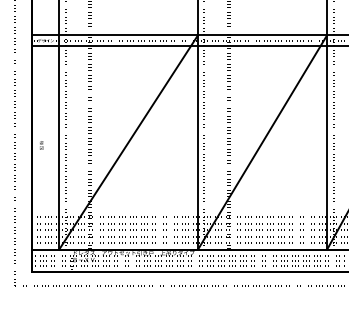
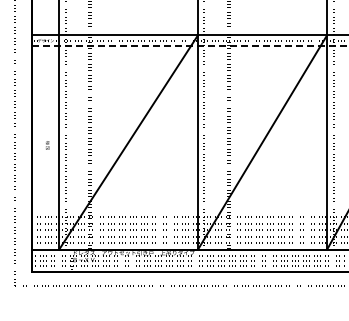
line at (190, 46): solid -> dashed
text at (41, 145) position: (41, 145) -> (47, 145)
